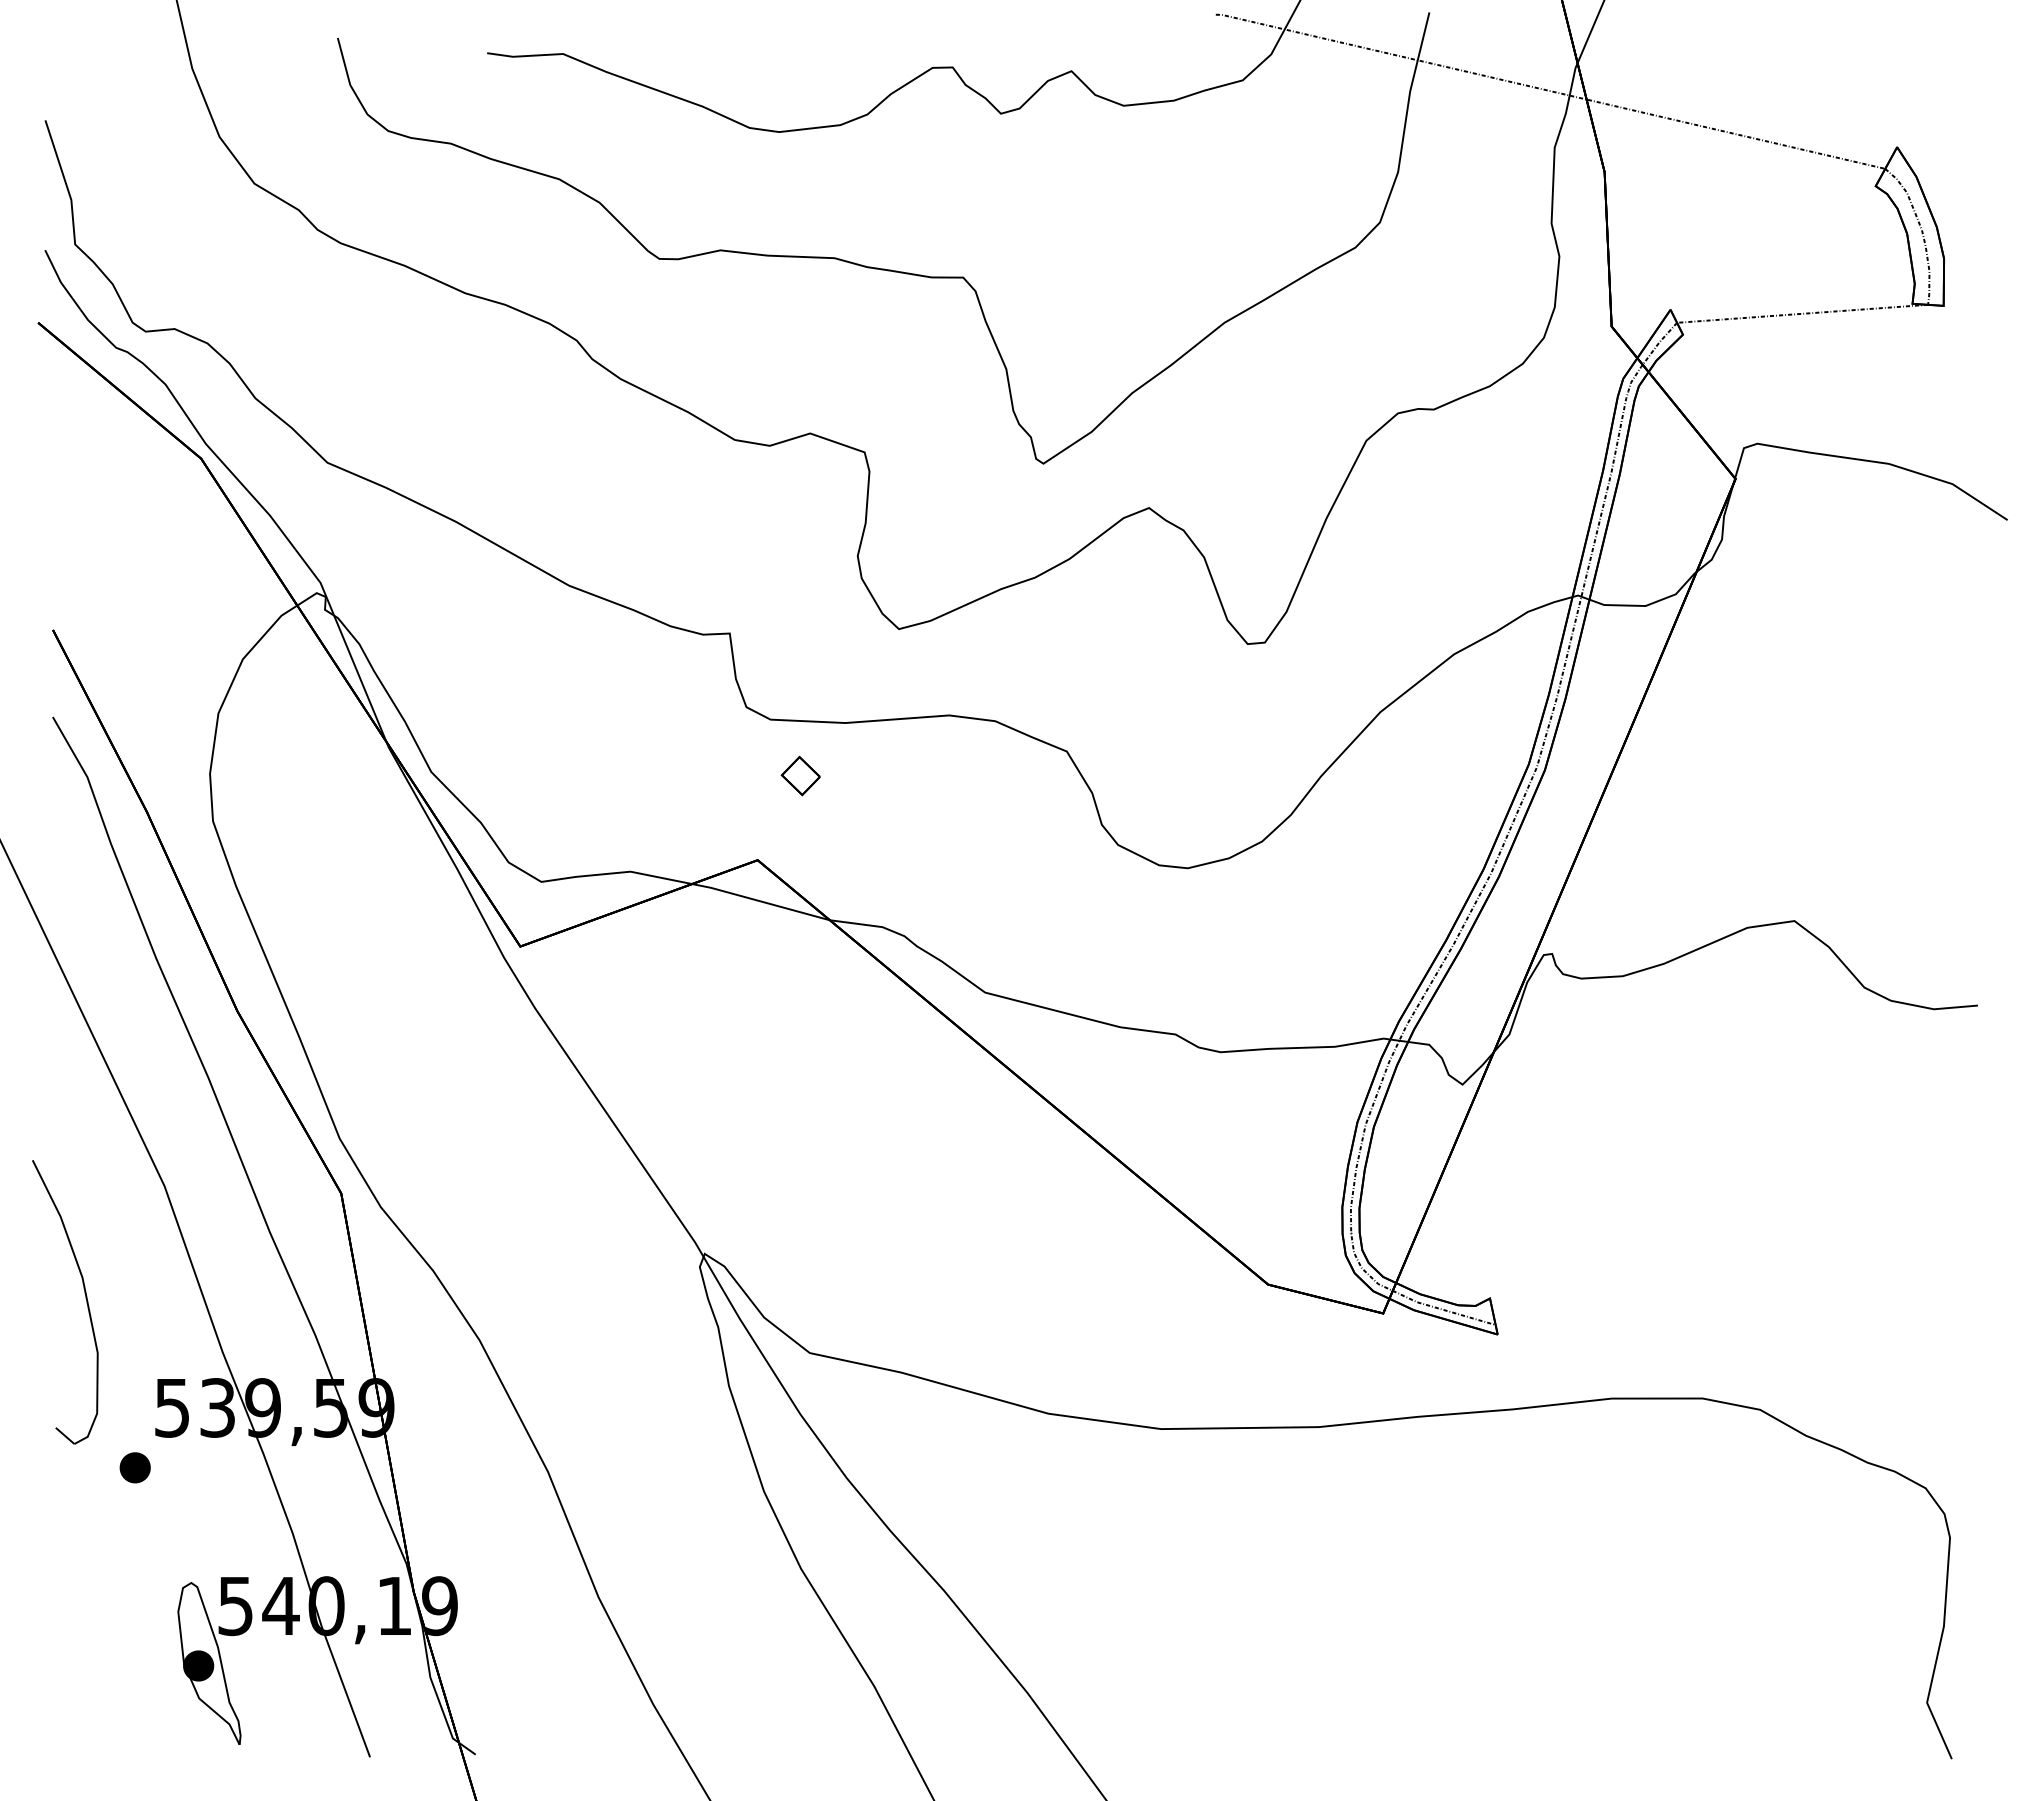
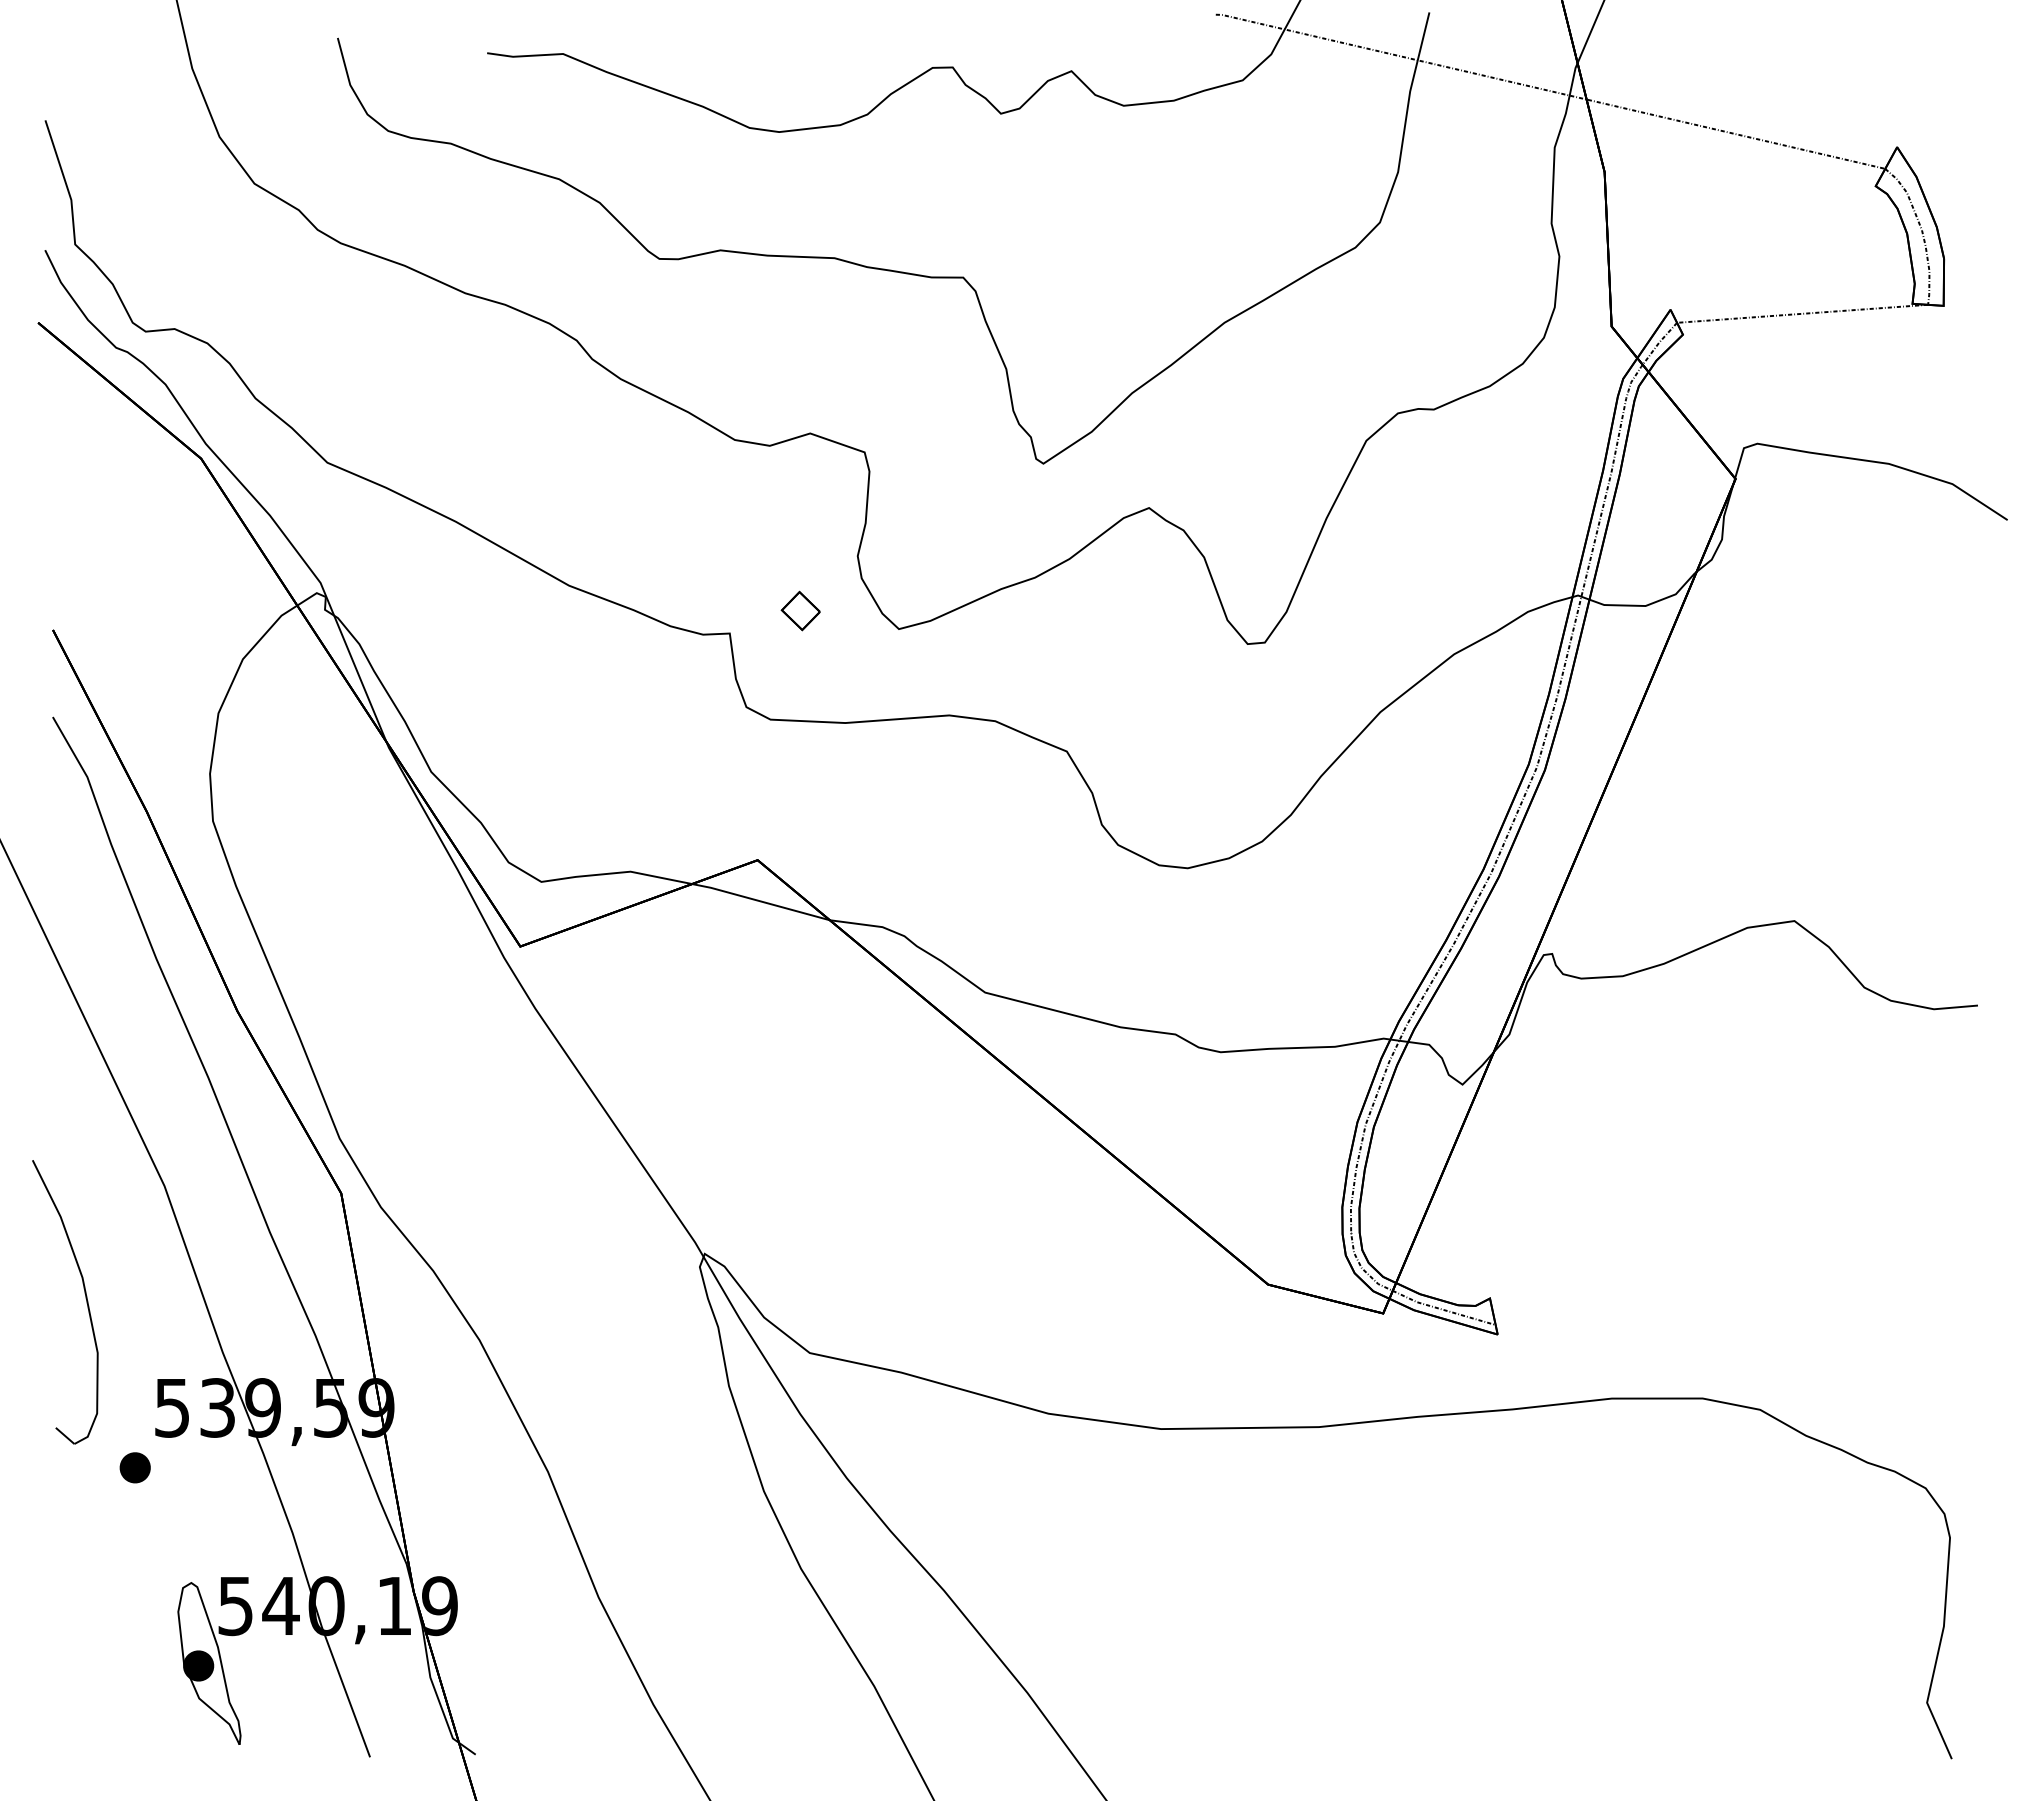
part at (800, 775) position: (800, 775) -> (800, 610)
